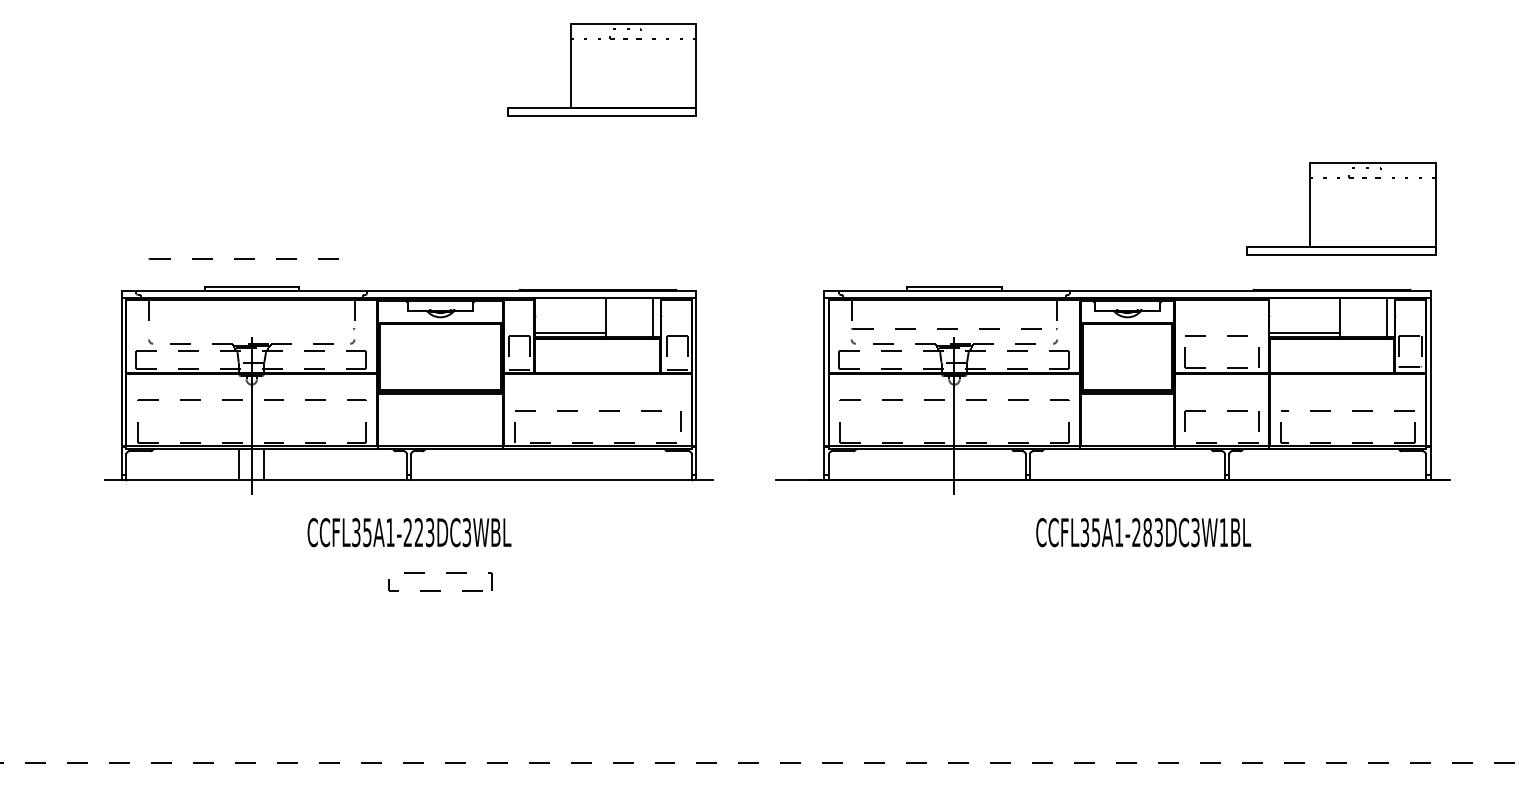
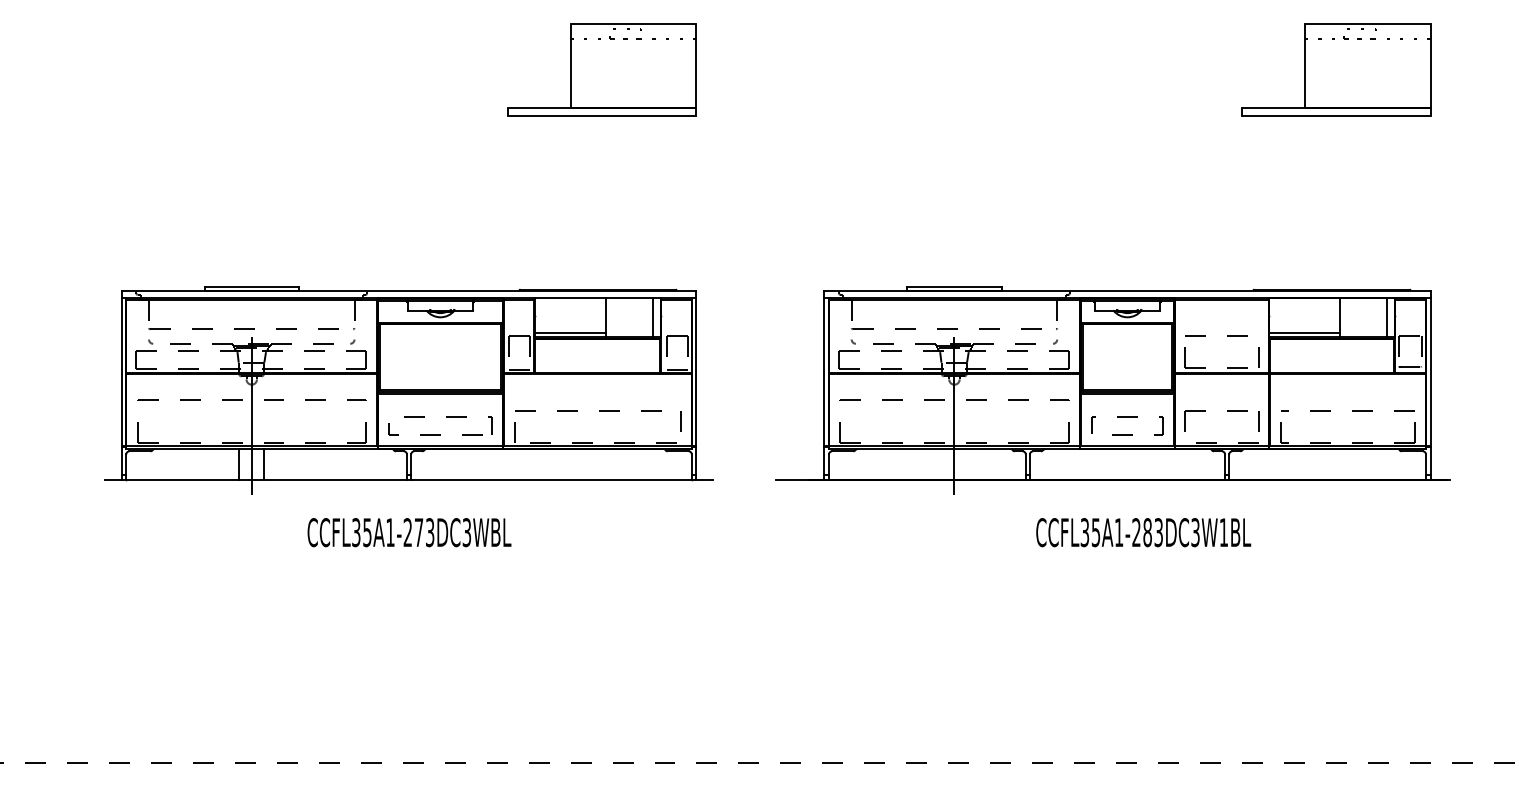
part at (1341, 208) position: (1341, 208) -> (1336, 69)
part at (243, 259) position: (243, 259) -> (243, 329)
part at (1127, 417): none -> present
text at (418, 532): CCFL35A1-223DC3WBL -> CCFL35A1-273DC3WBL
part at (440, 590) position: (440, 590) -> (440, 434)
